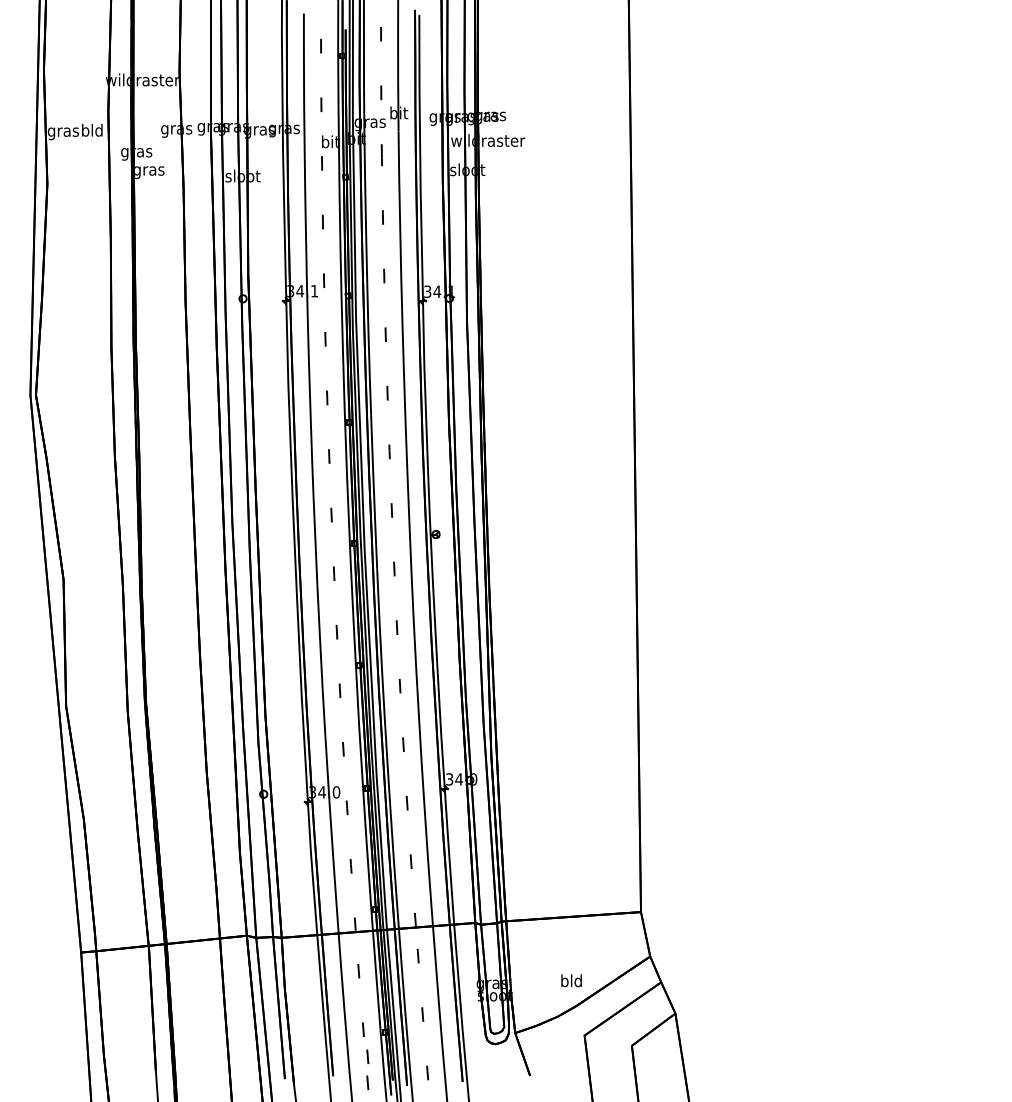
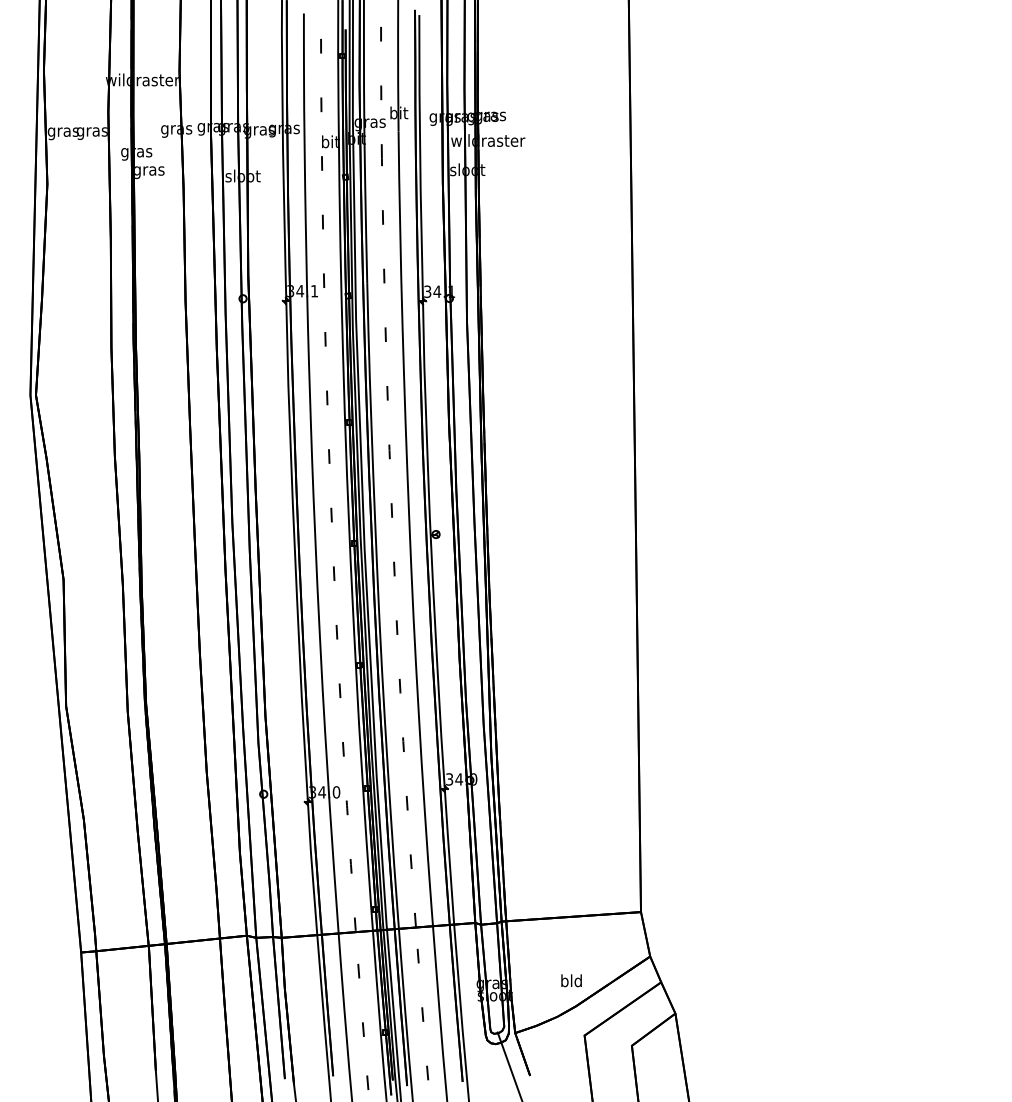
text at (91, 131): bld -> gras
line at (367, 1056): present -> none
line at (509, 1065): none -> present
